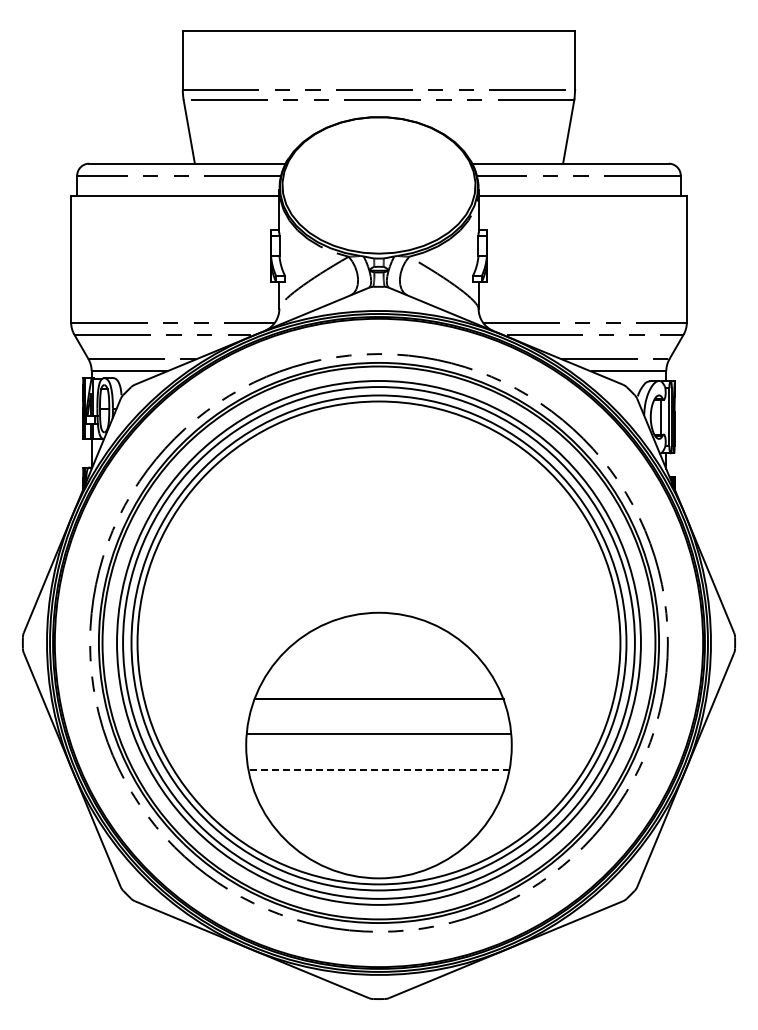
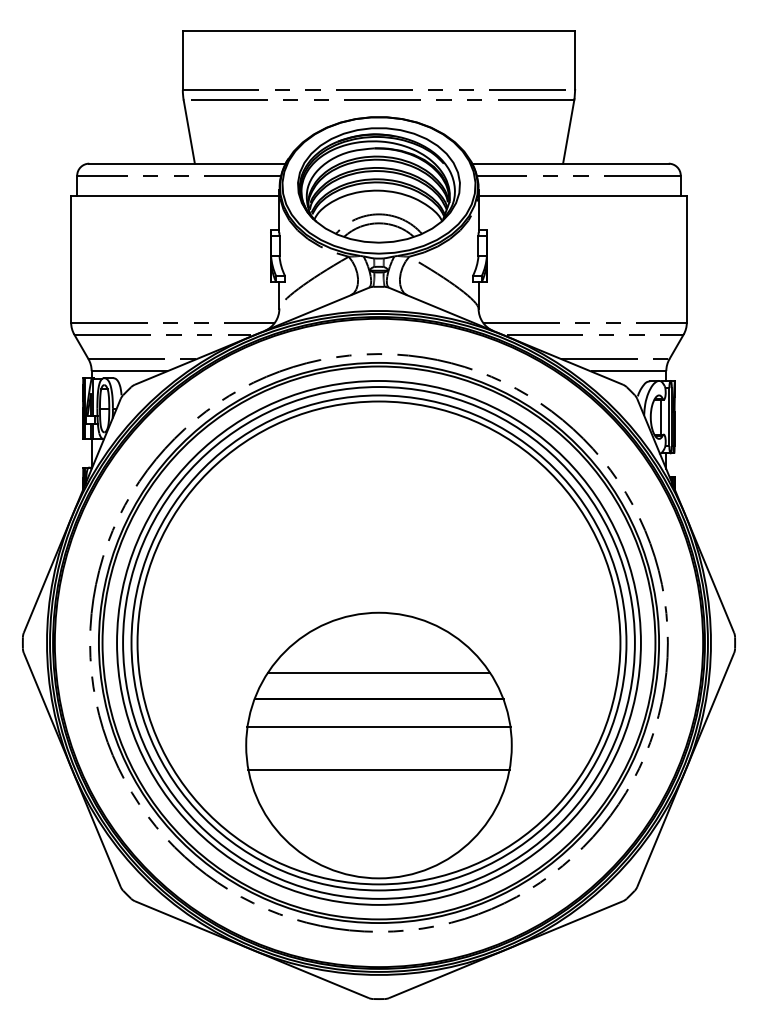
part at (378, 185): none -> present
line at (378, 673): none -> present
line at (378, 734) position: (378, 734) -> (378, 727)
line at (379, 769): dashed -> solid
